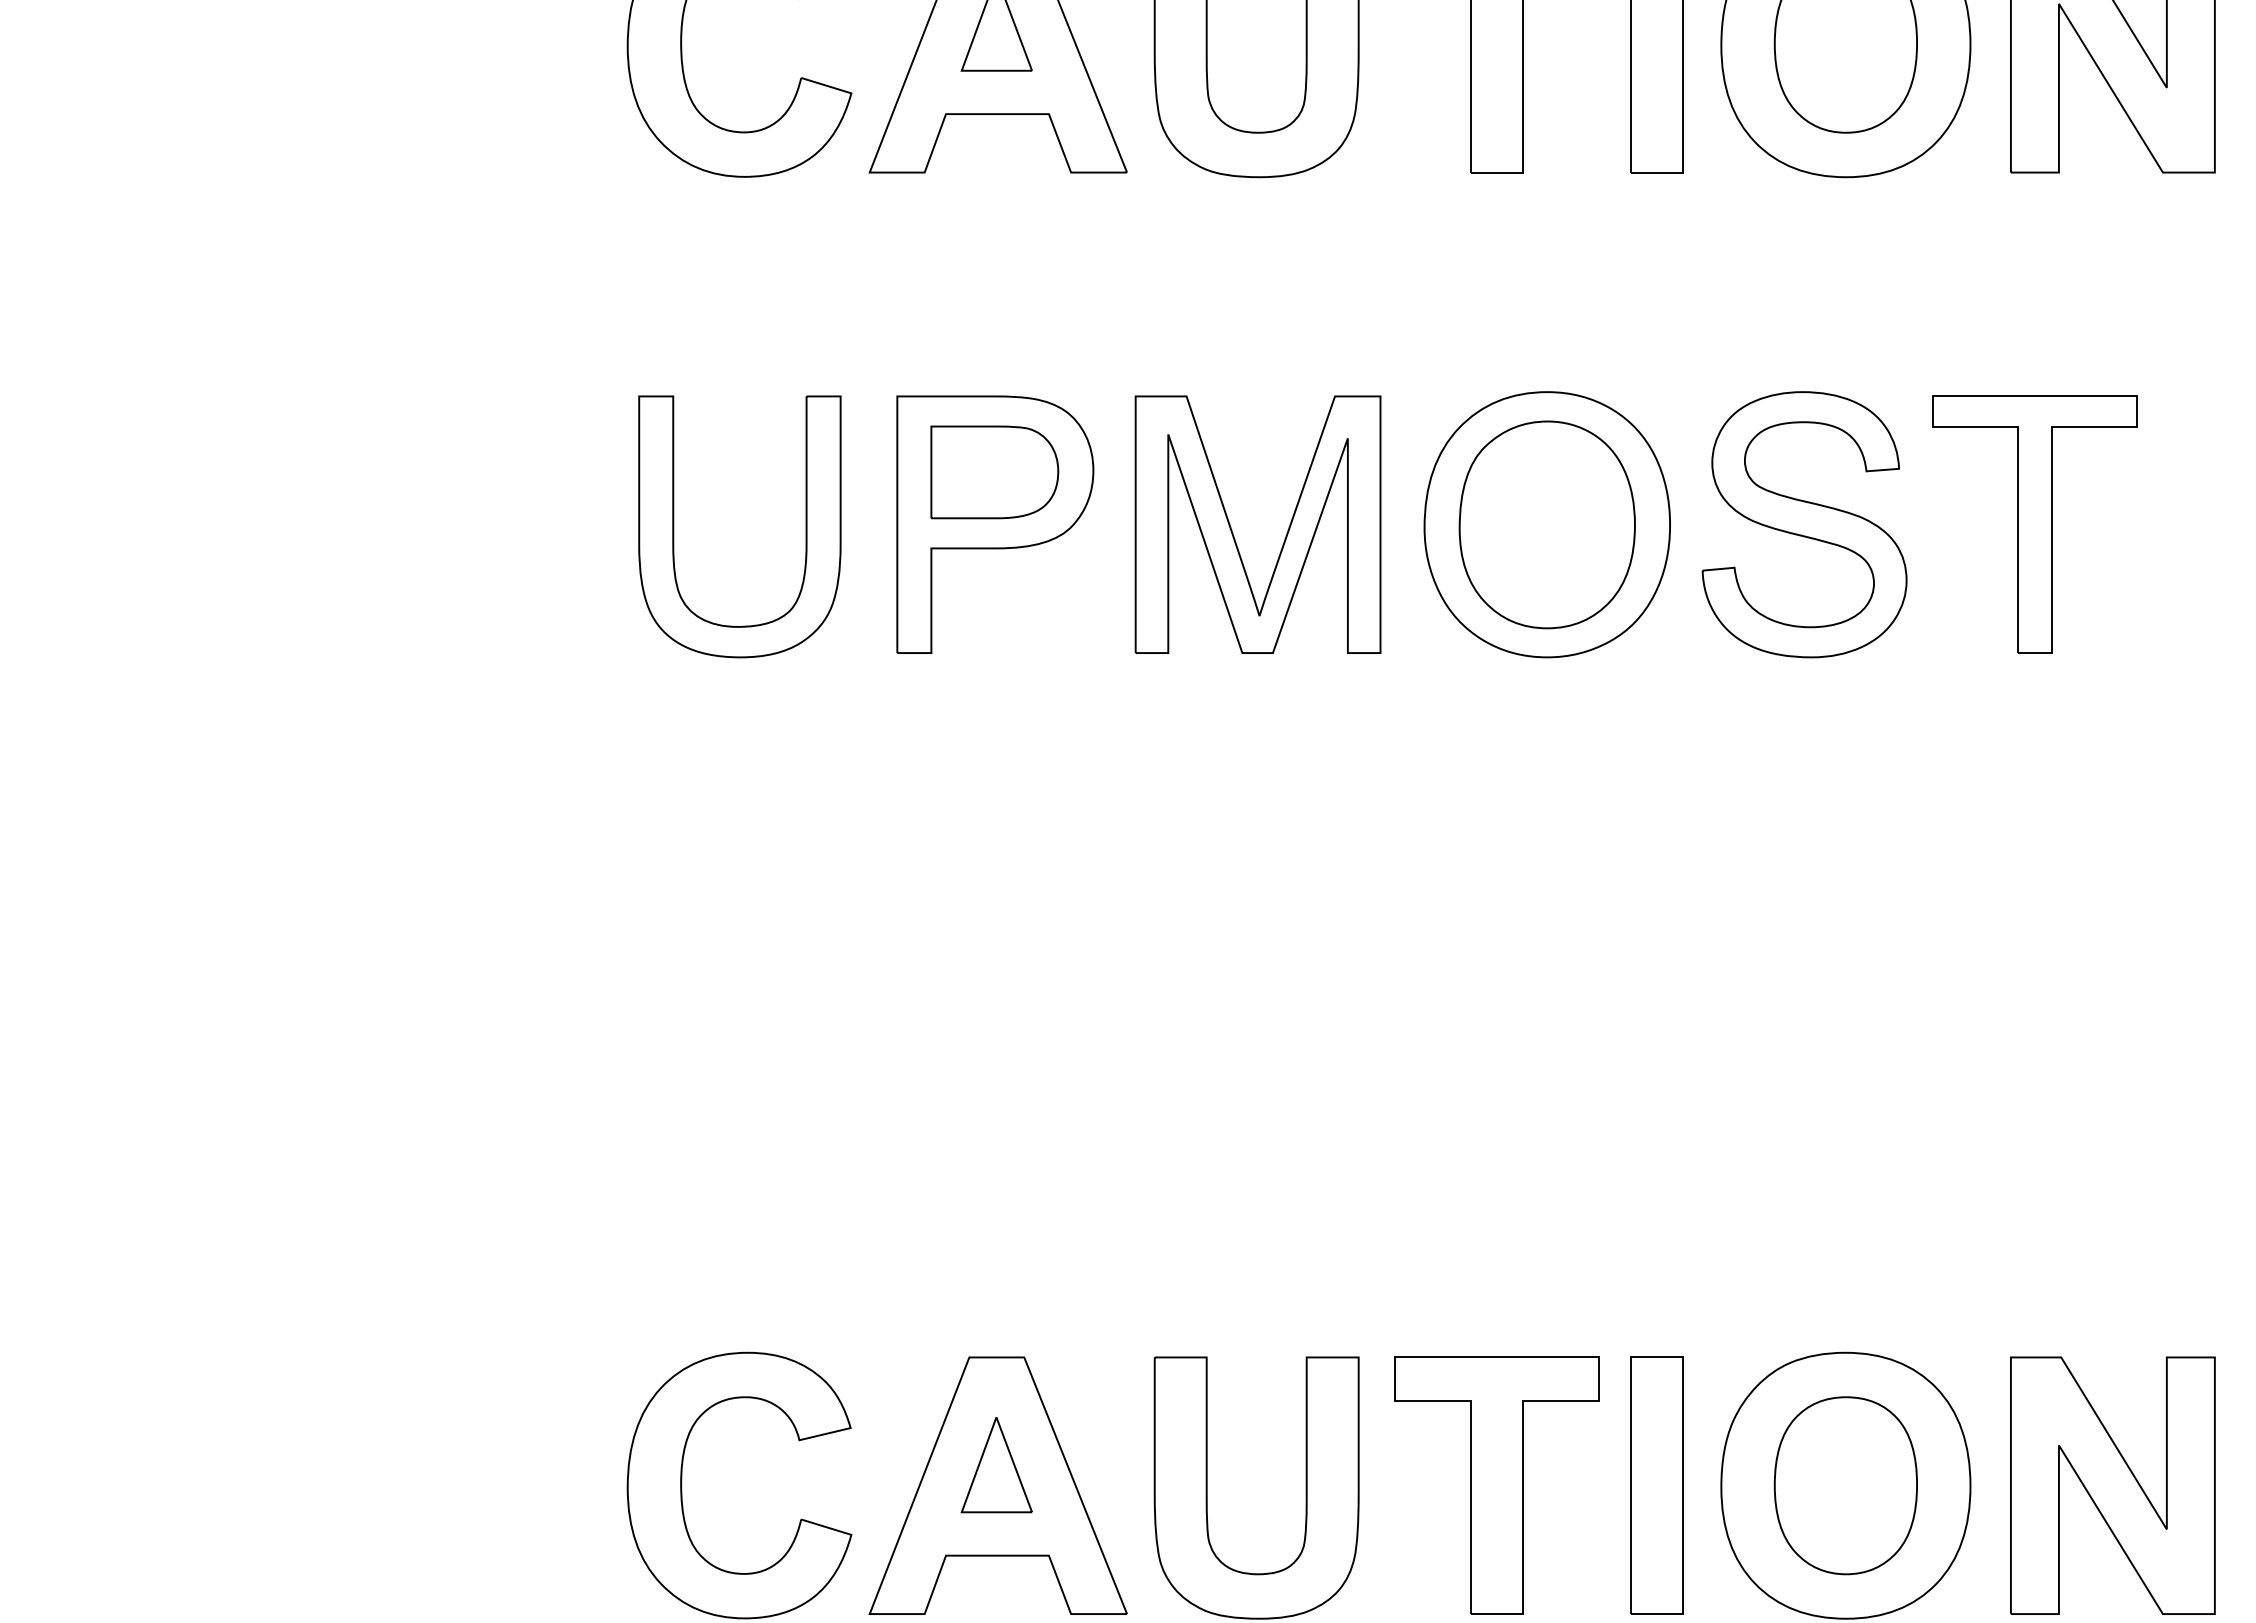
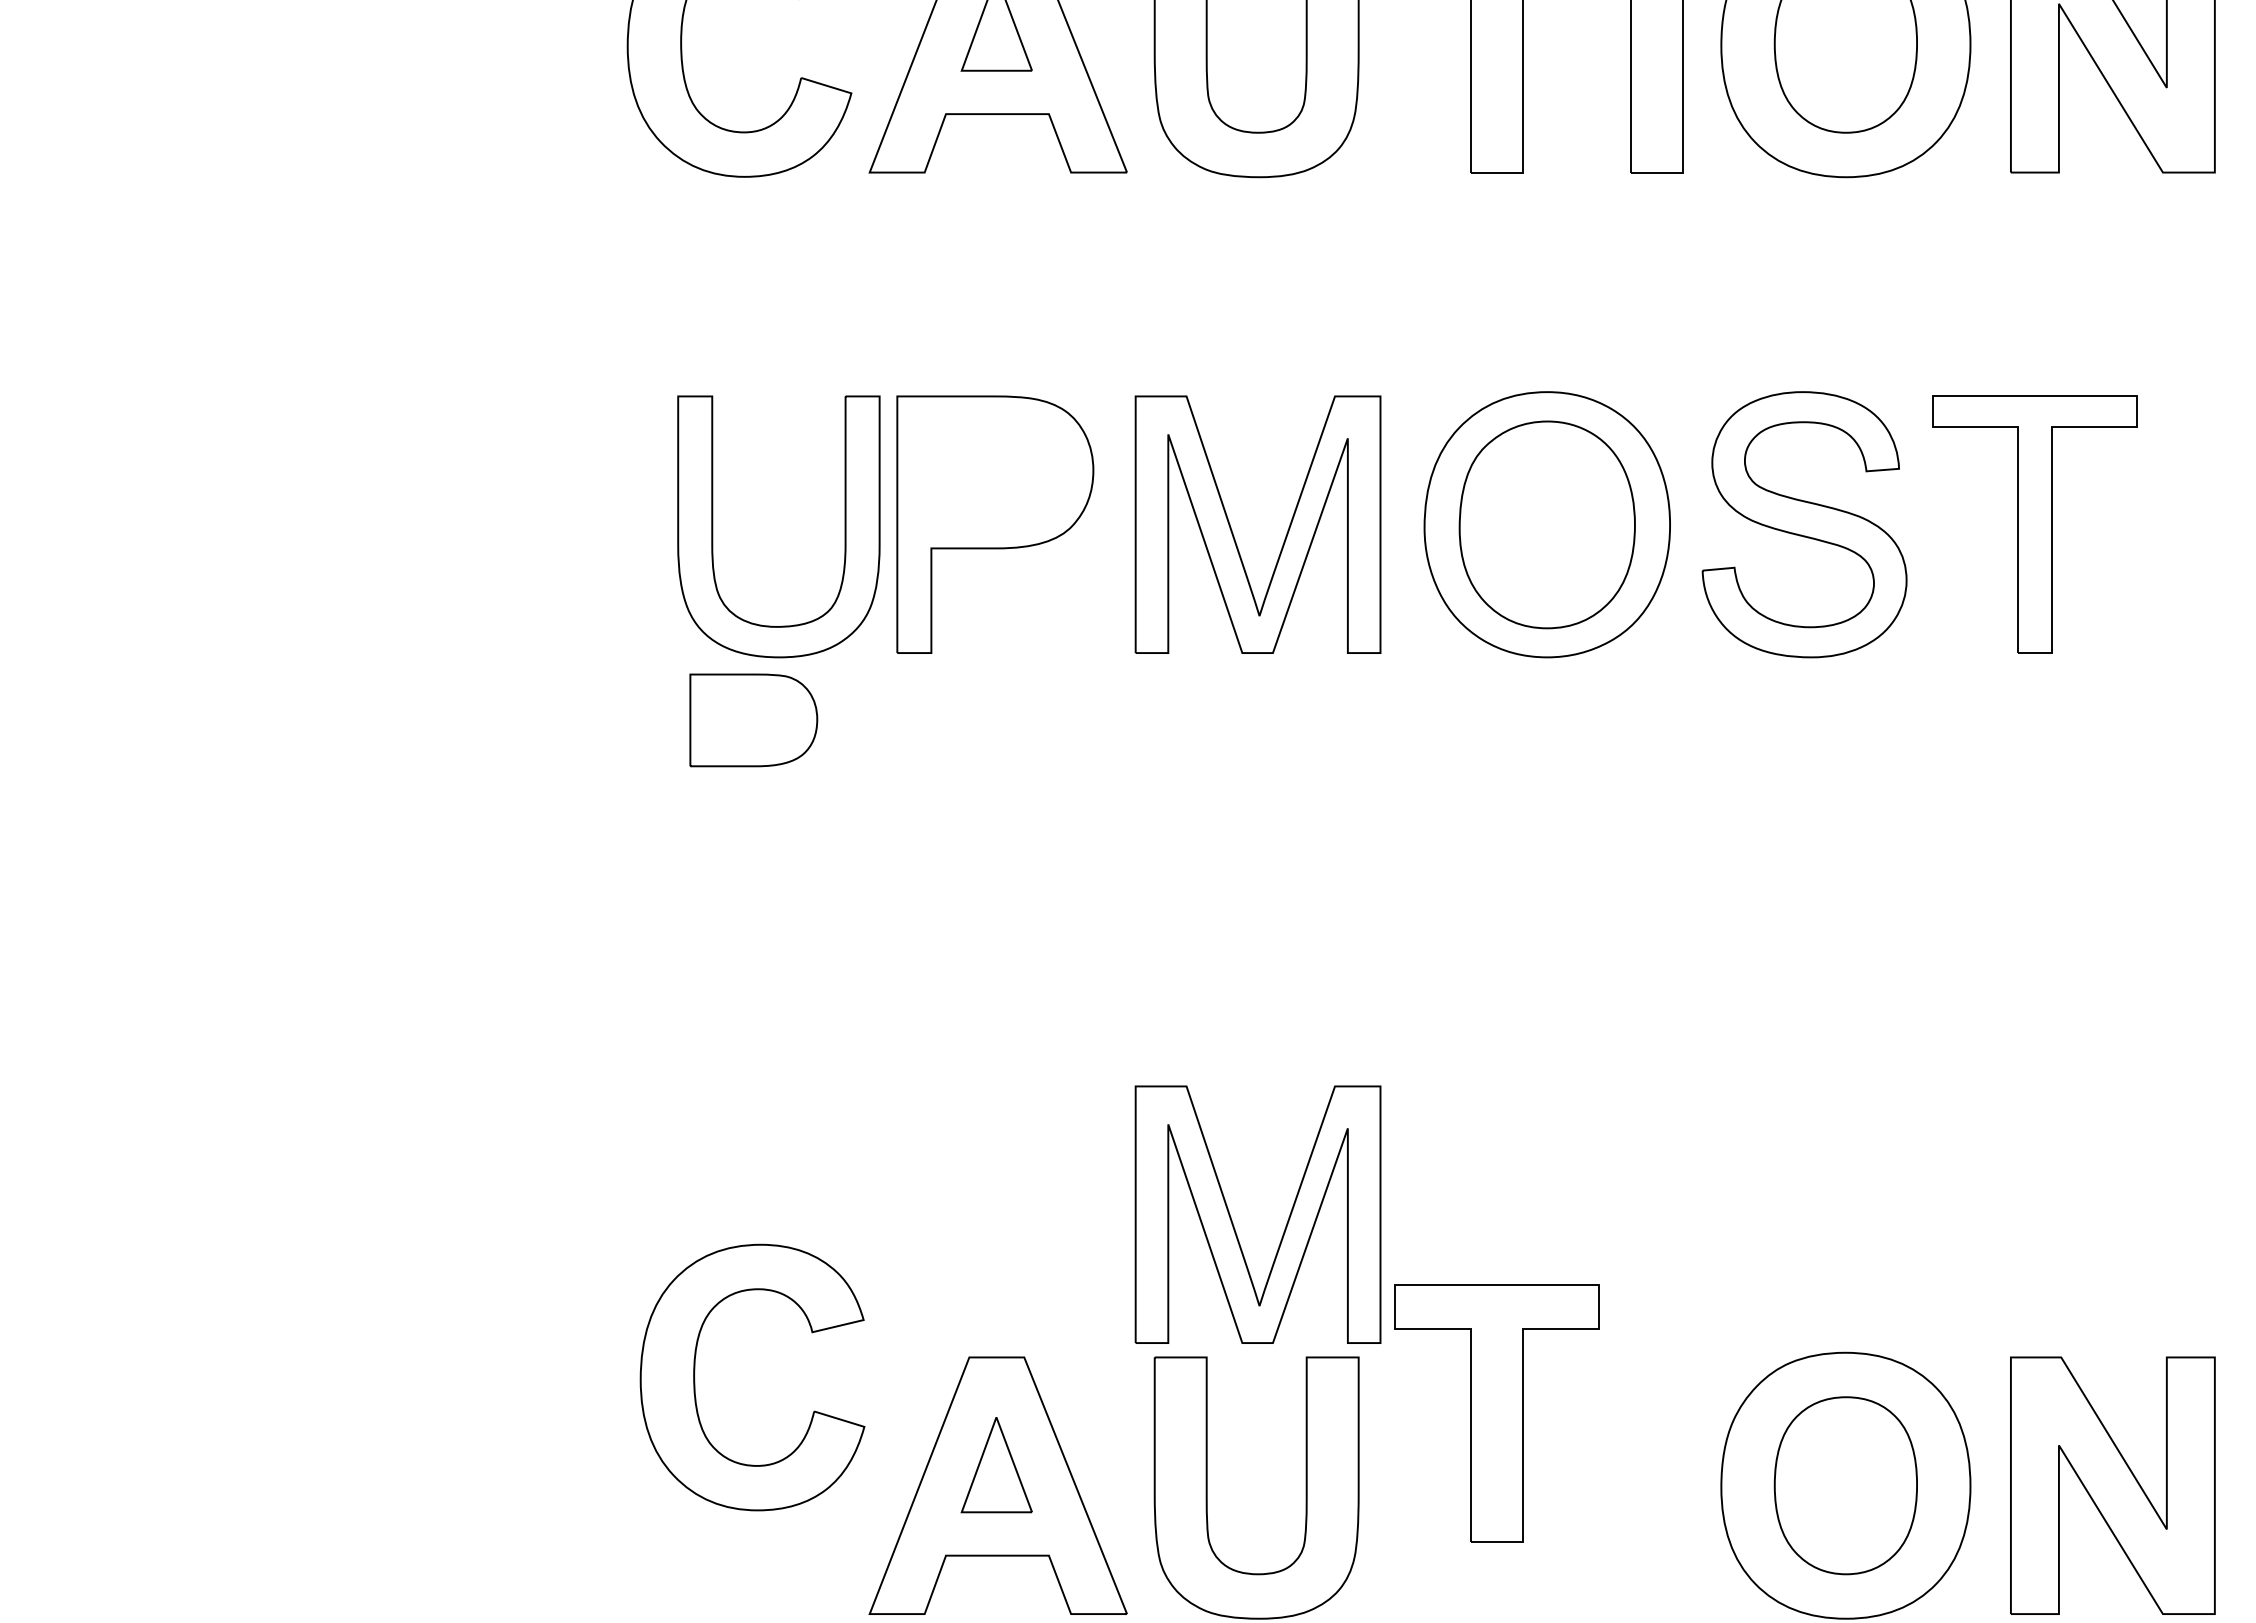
part at (994, 472) position: (994, 472) -> (753, 720)
part at (674, 526) position: (674, 526) -> (713, 526)
part at (1233, 1223): none -> present
part at (1496, 1485) position: (1496, 1485) -> (1496, 1413)
part at (1656, 1485): present -> none
part at (682, 1486) position: (682, 1486) -> (695, 1378)
